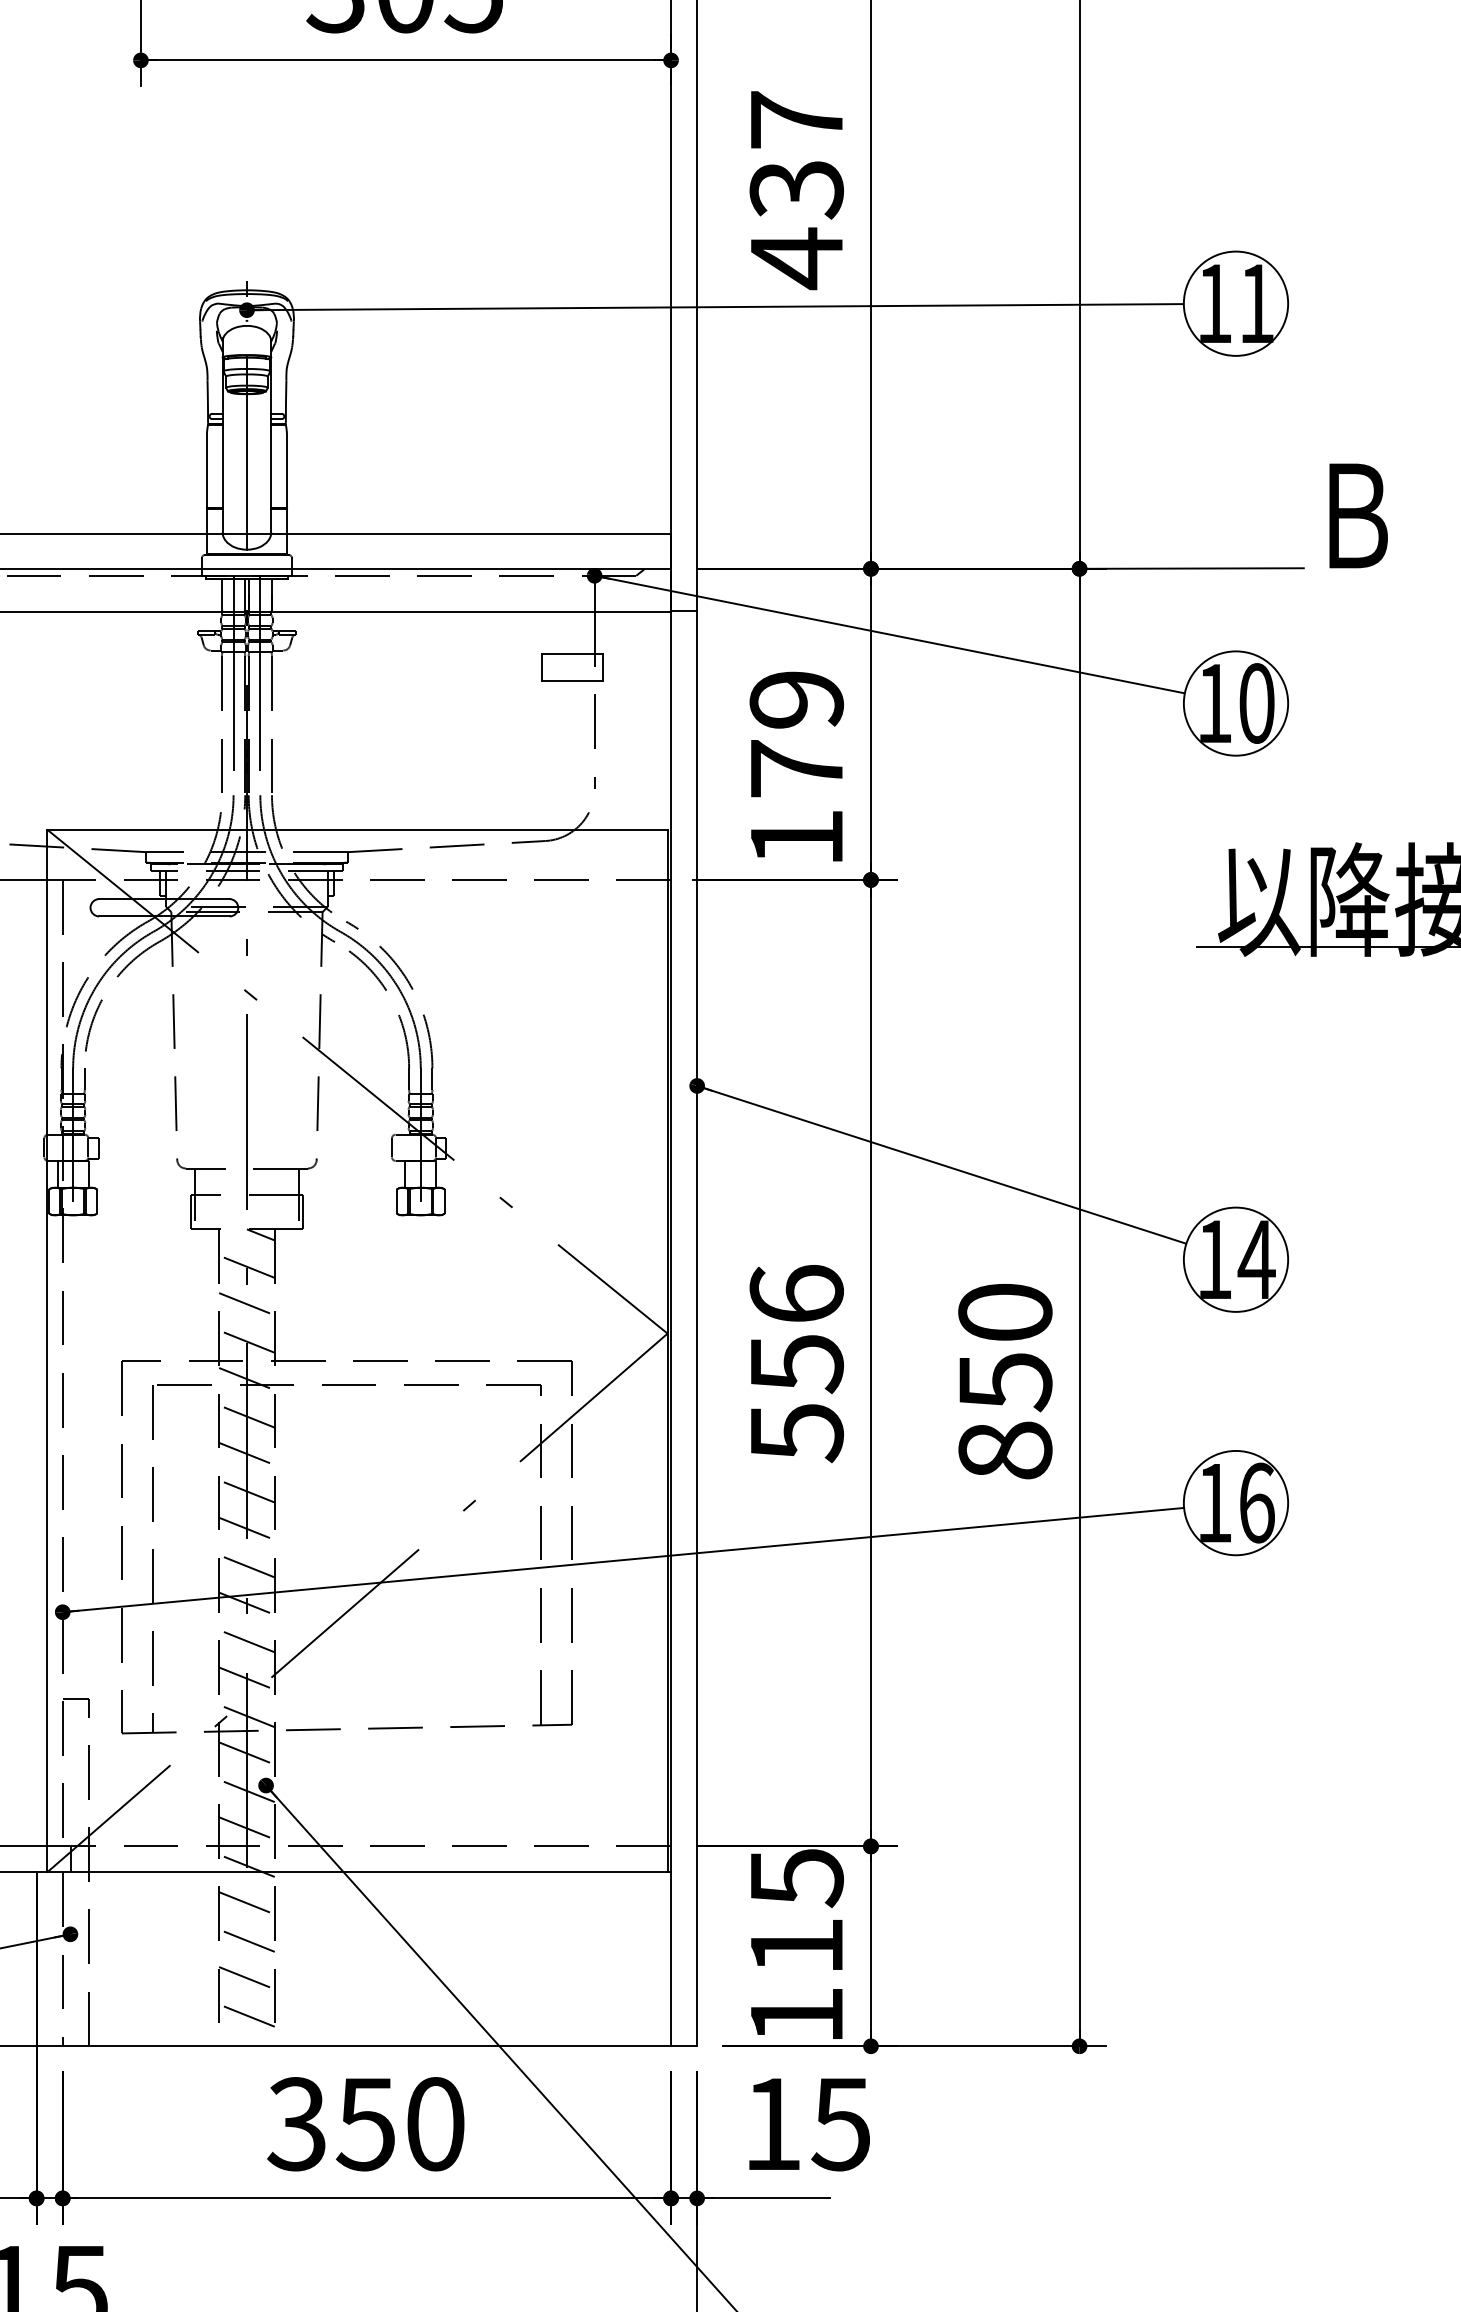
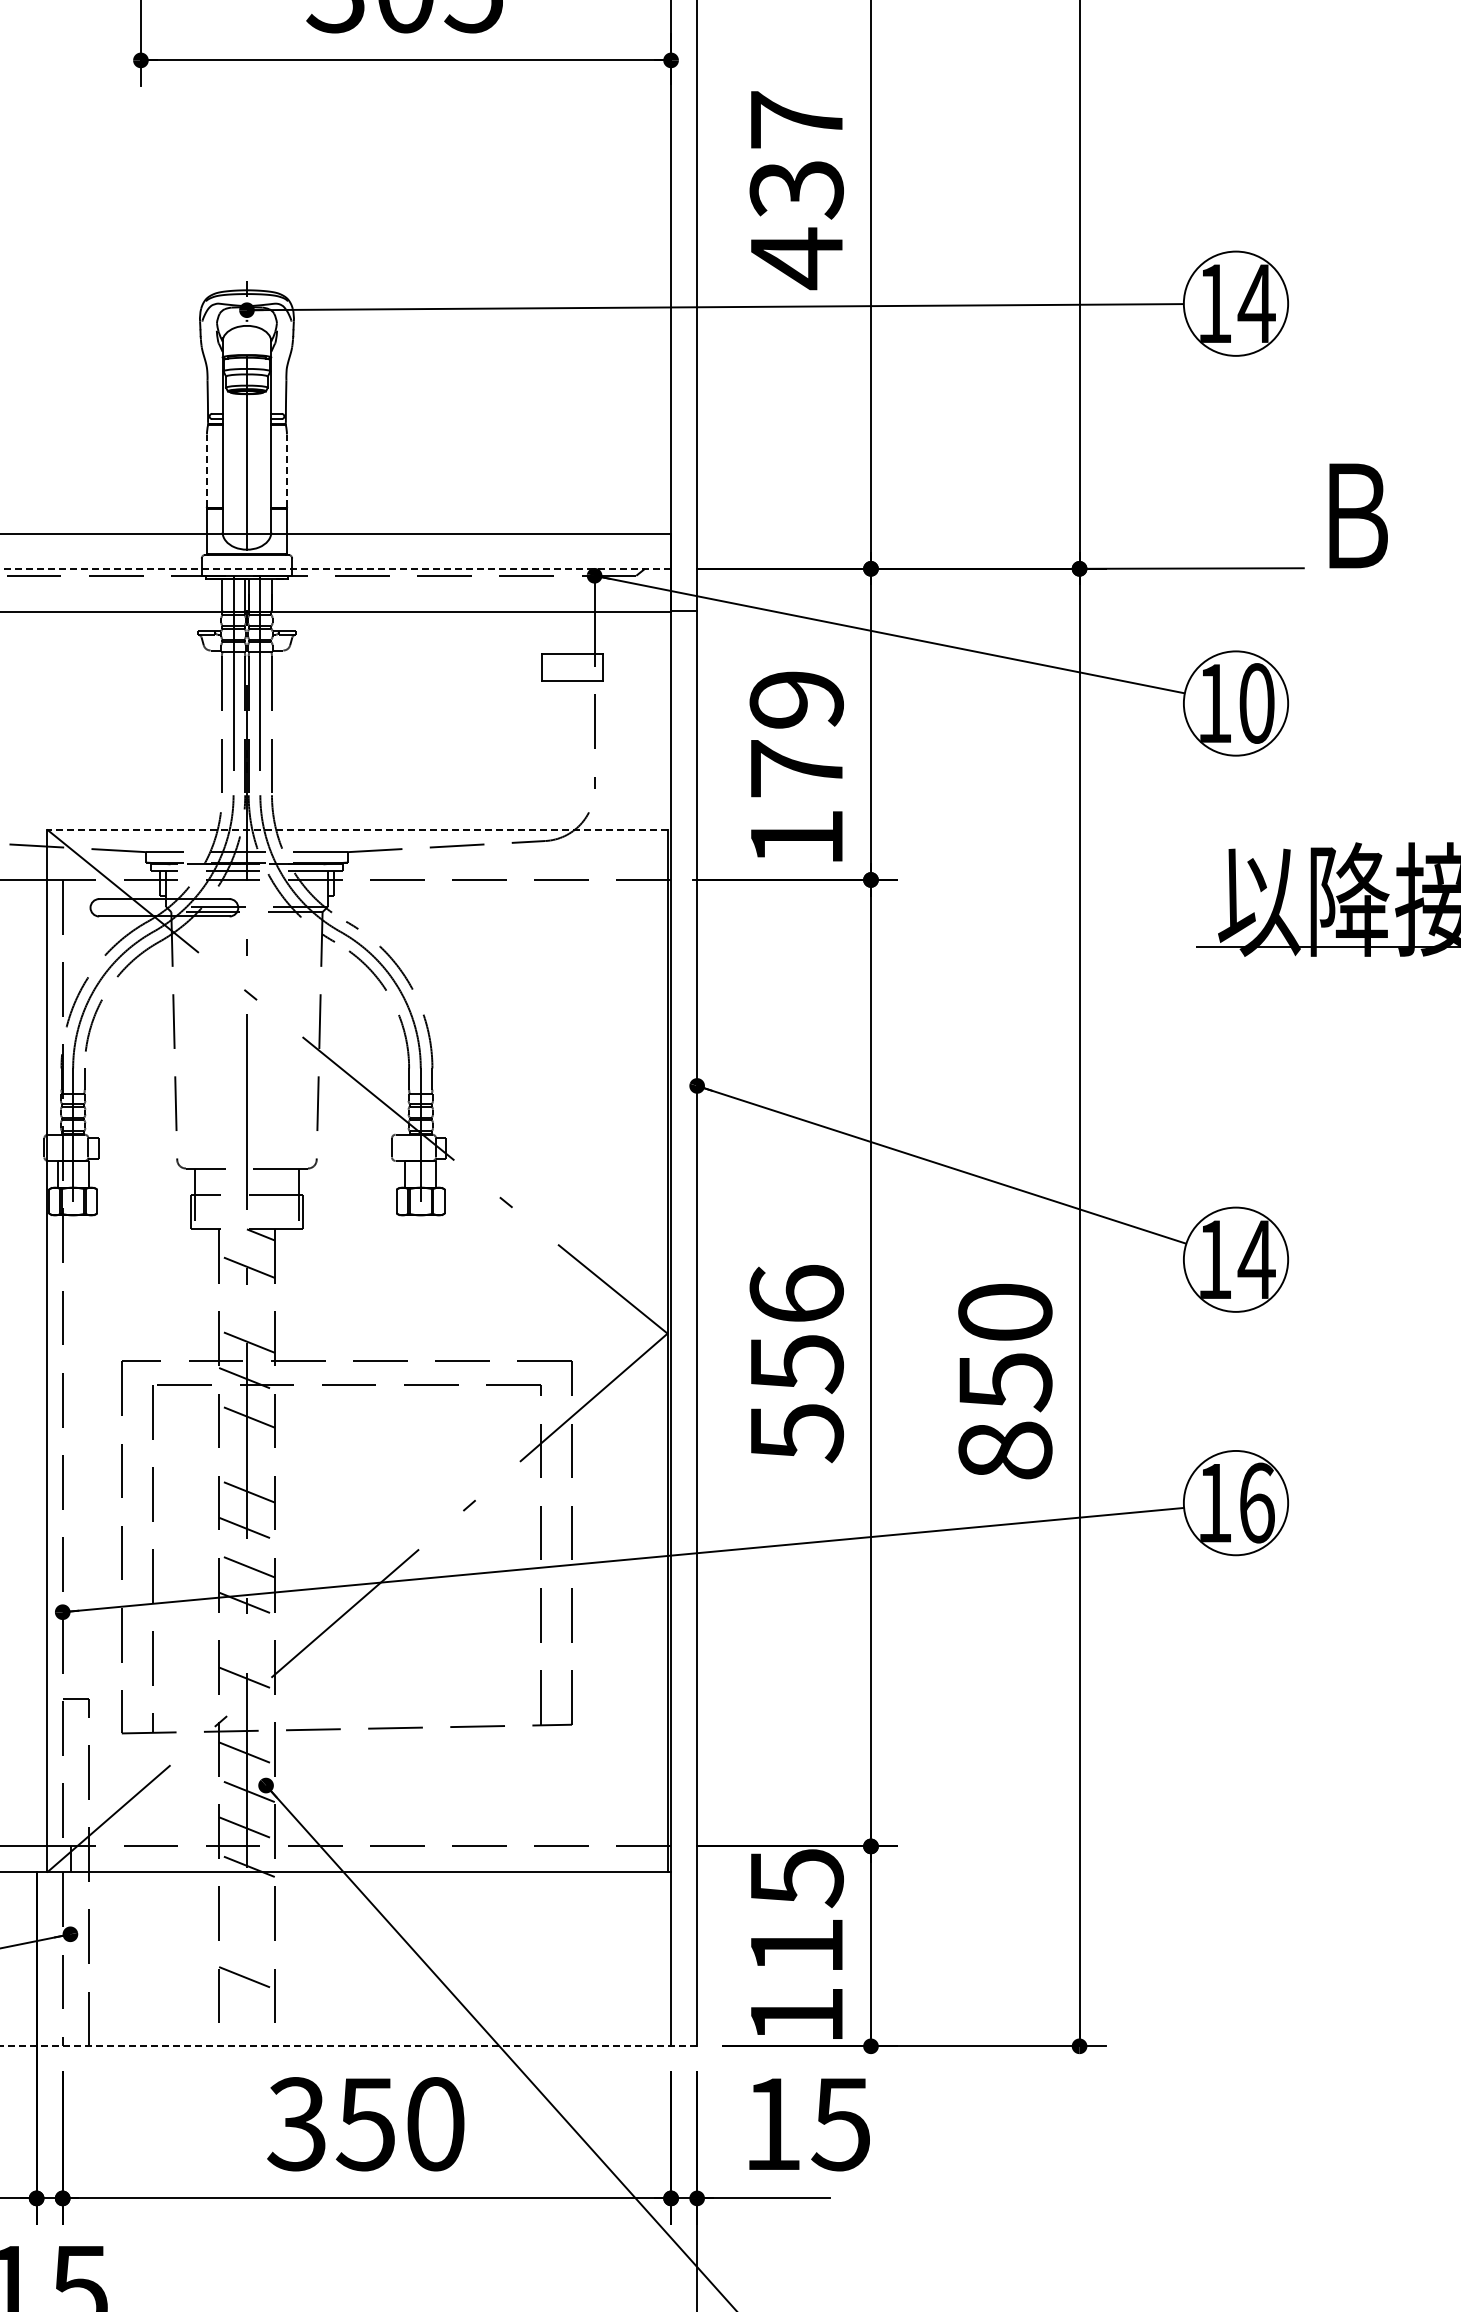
text at (1256, 303): 11 -> 14
line at (206, 470): solid -> dashed
line at (286, 470): solid -> dashed
line at (335, 568): solid -> dashed
line at (356, 829): solid -> dashed
line at (246, 1304): present -> none
line at (246, 1453): present -> none
line at (246, 1641): present -> none
line at (246, 1715): present -> none
line at (246, 1903): present -> none
line at (246, 1940): present -> none
line at (246, 2015): present -> none
line at (348, 2046): solid -> dashed
